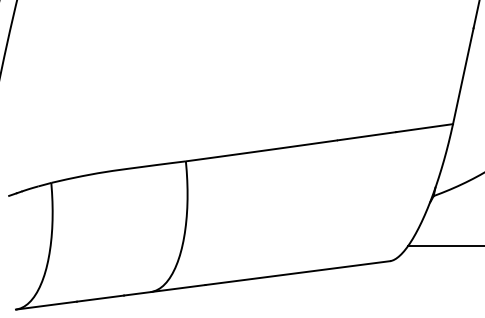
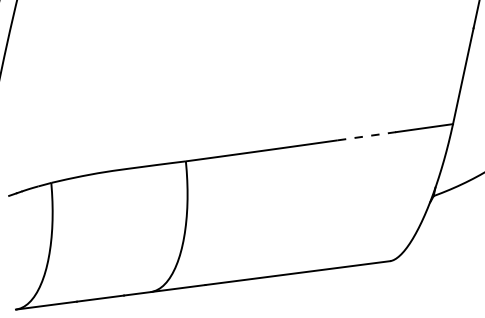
line at (366, 136): solid -> dashed
line at (444, 246): present -> none
